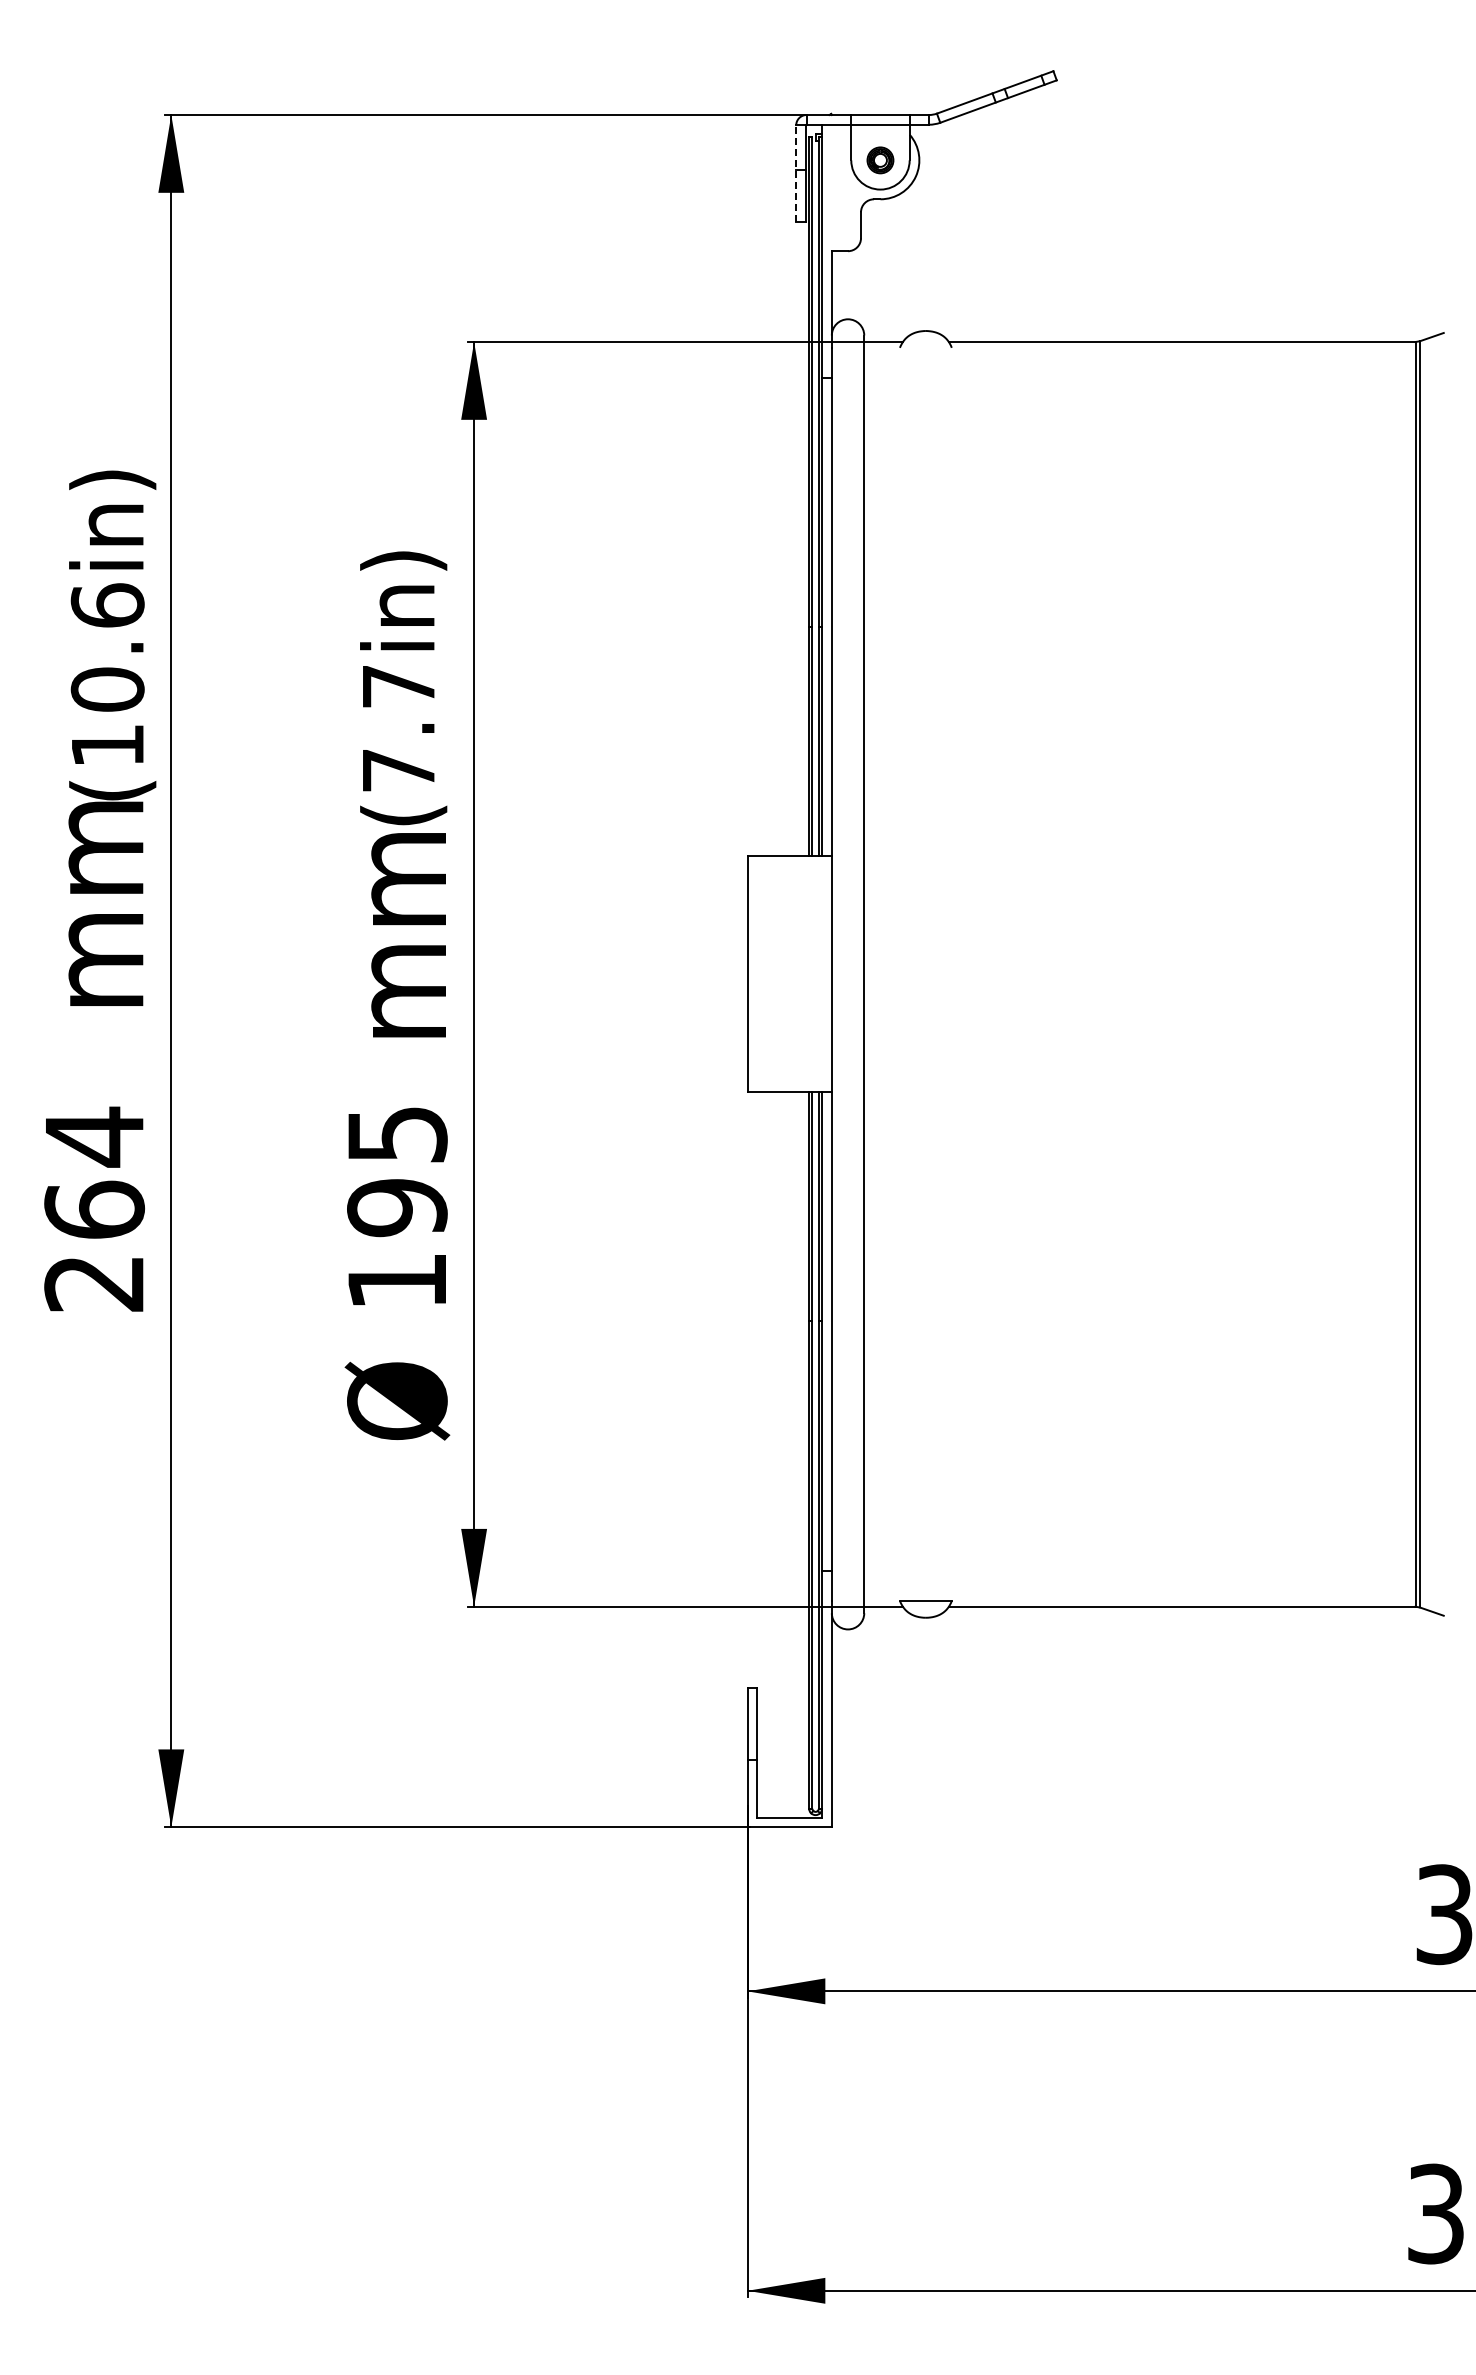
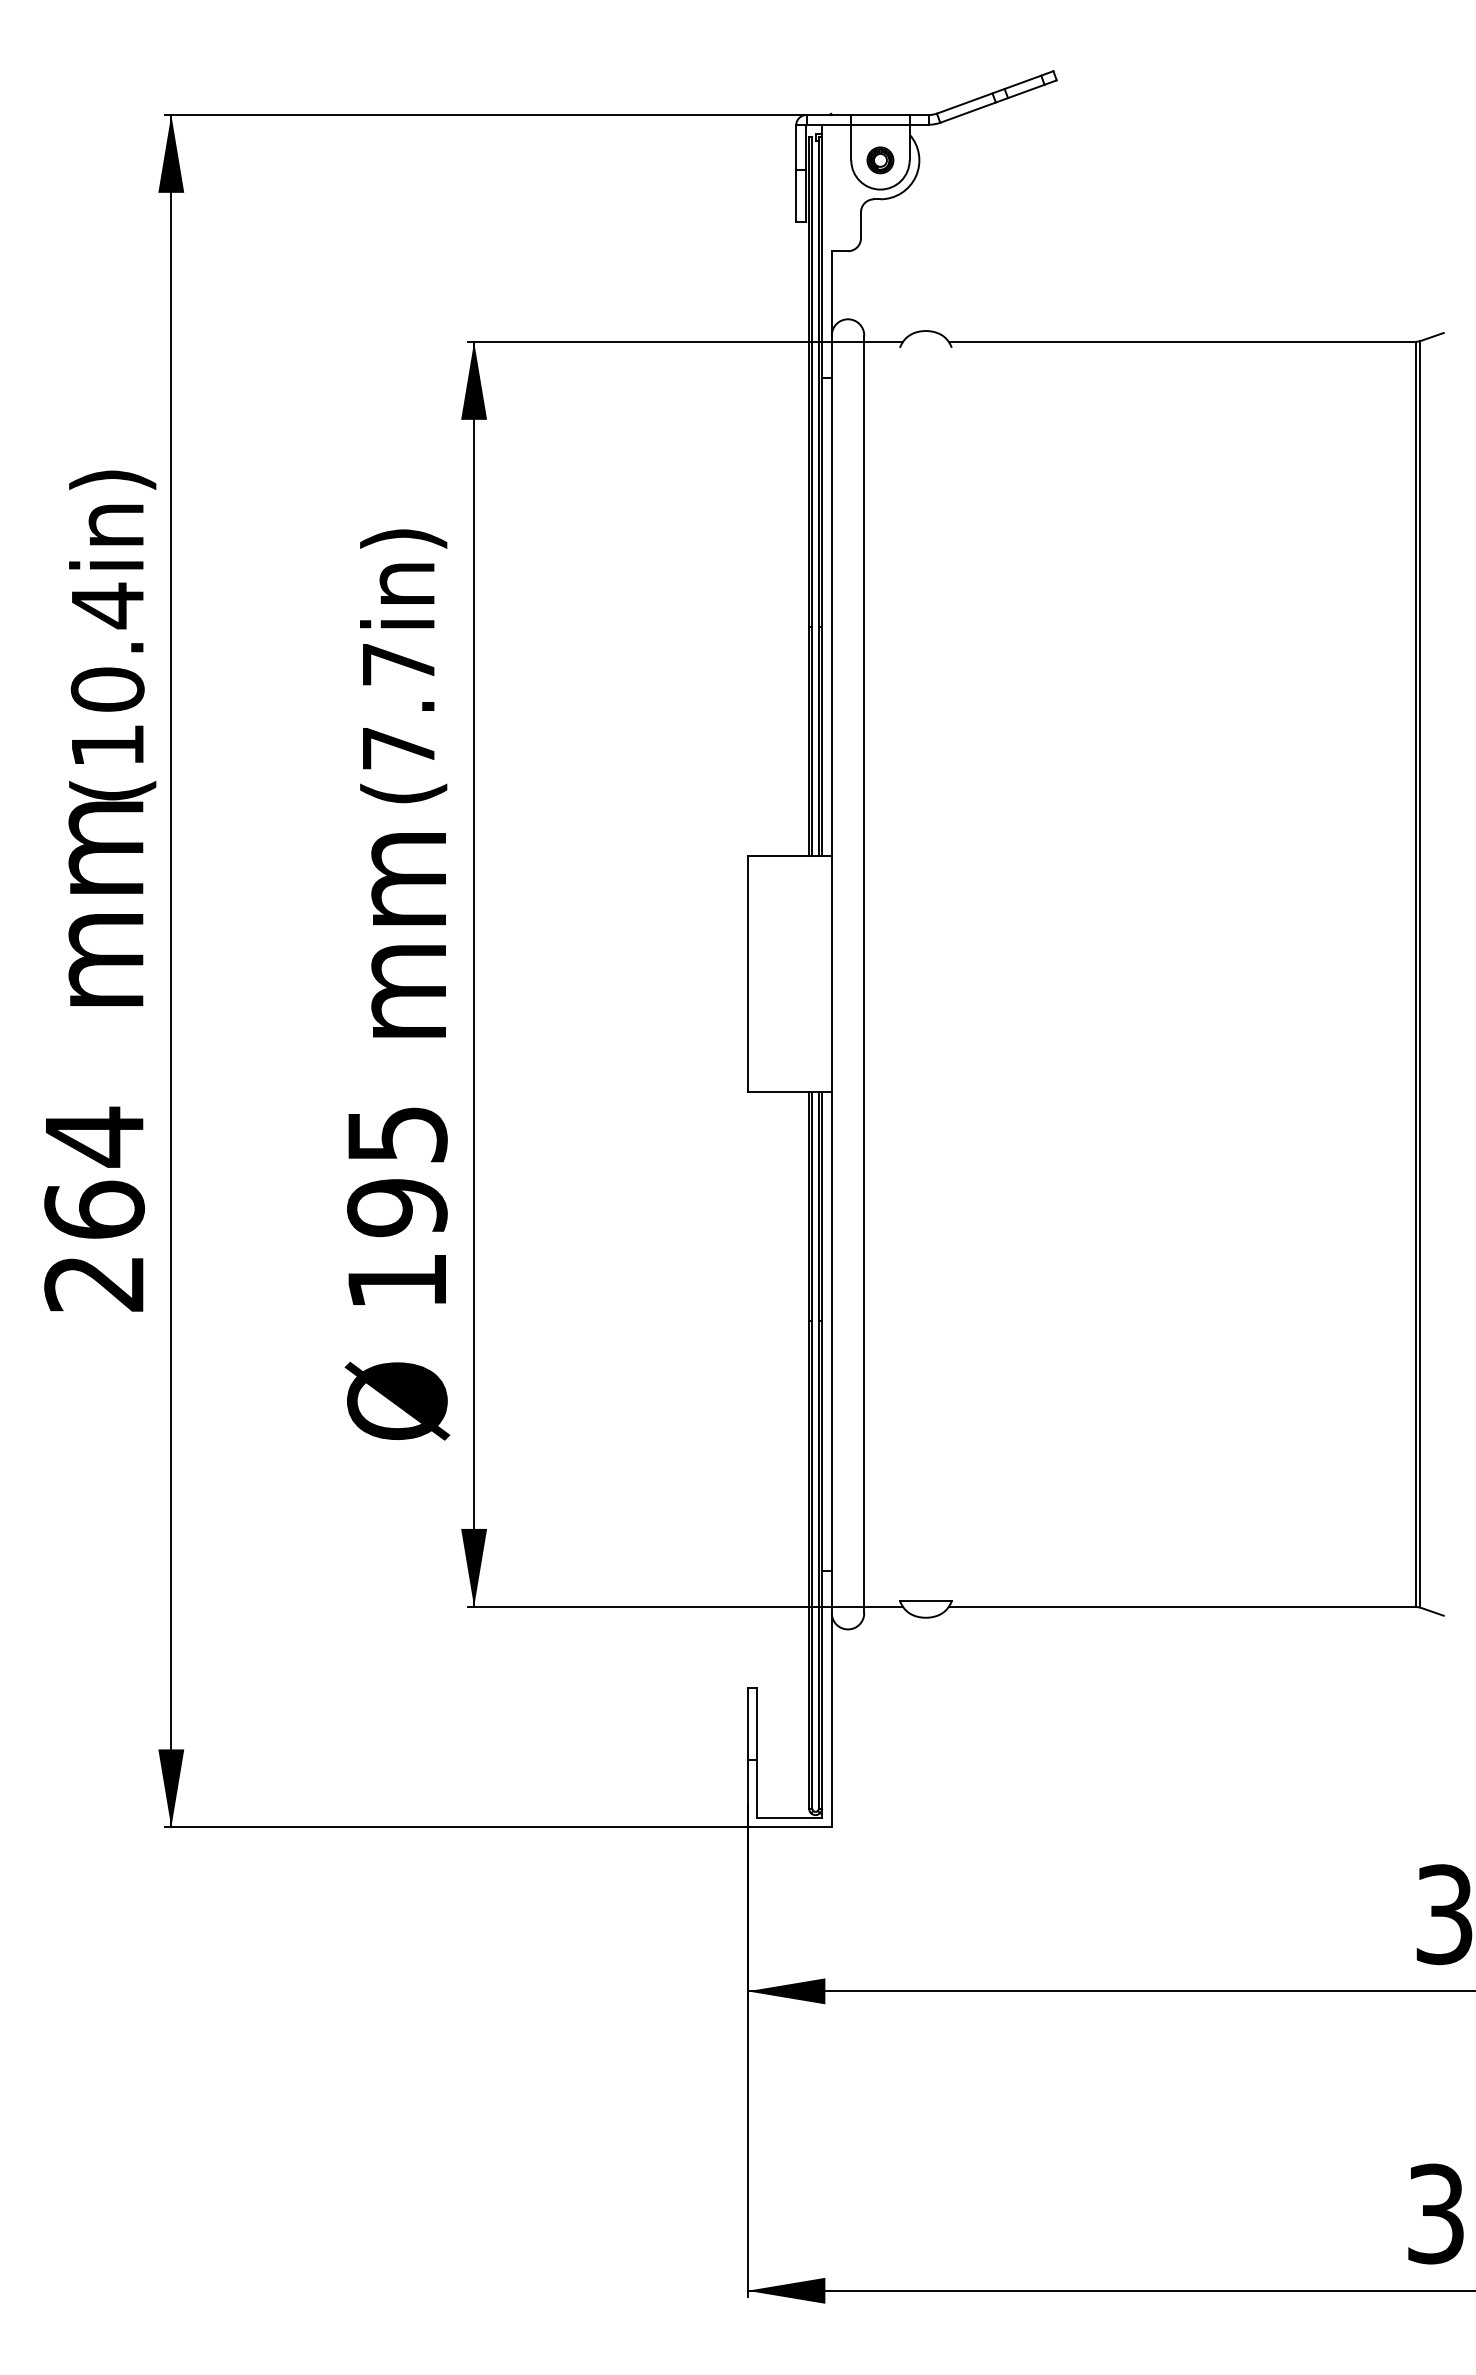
line at (796, 173): dashed -> solid
text at (107, 605): (10.6in) -> (10.4in)
text at (403, 688) position: (403, 688) -> (403, 666)
